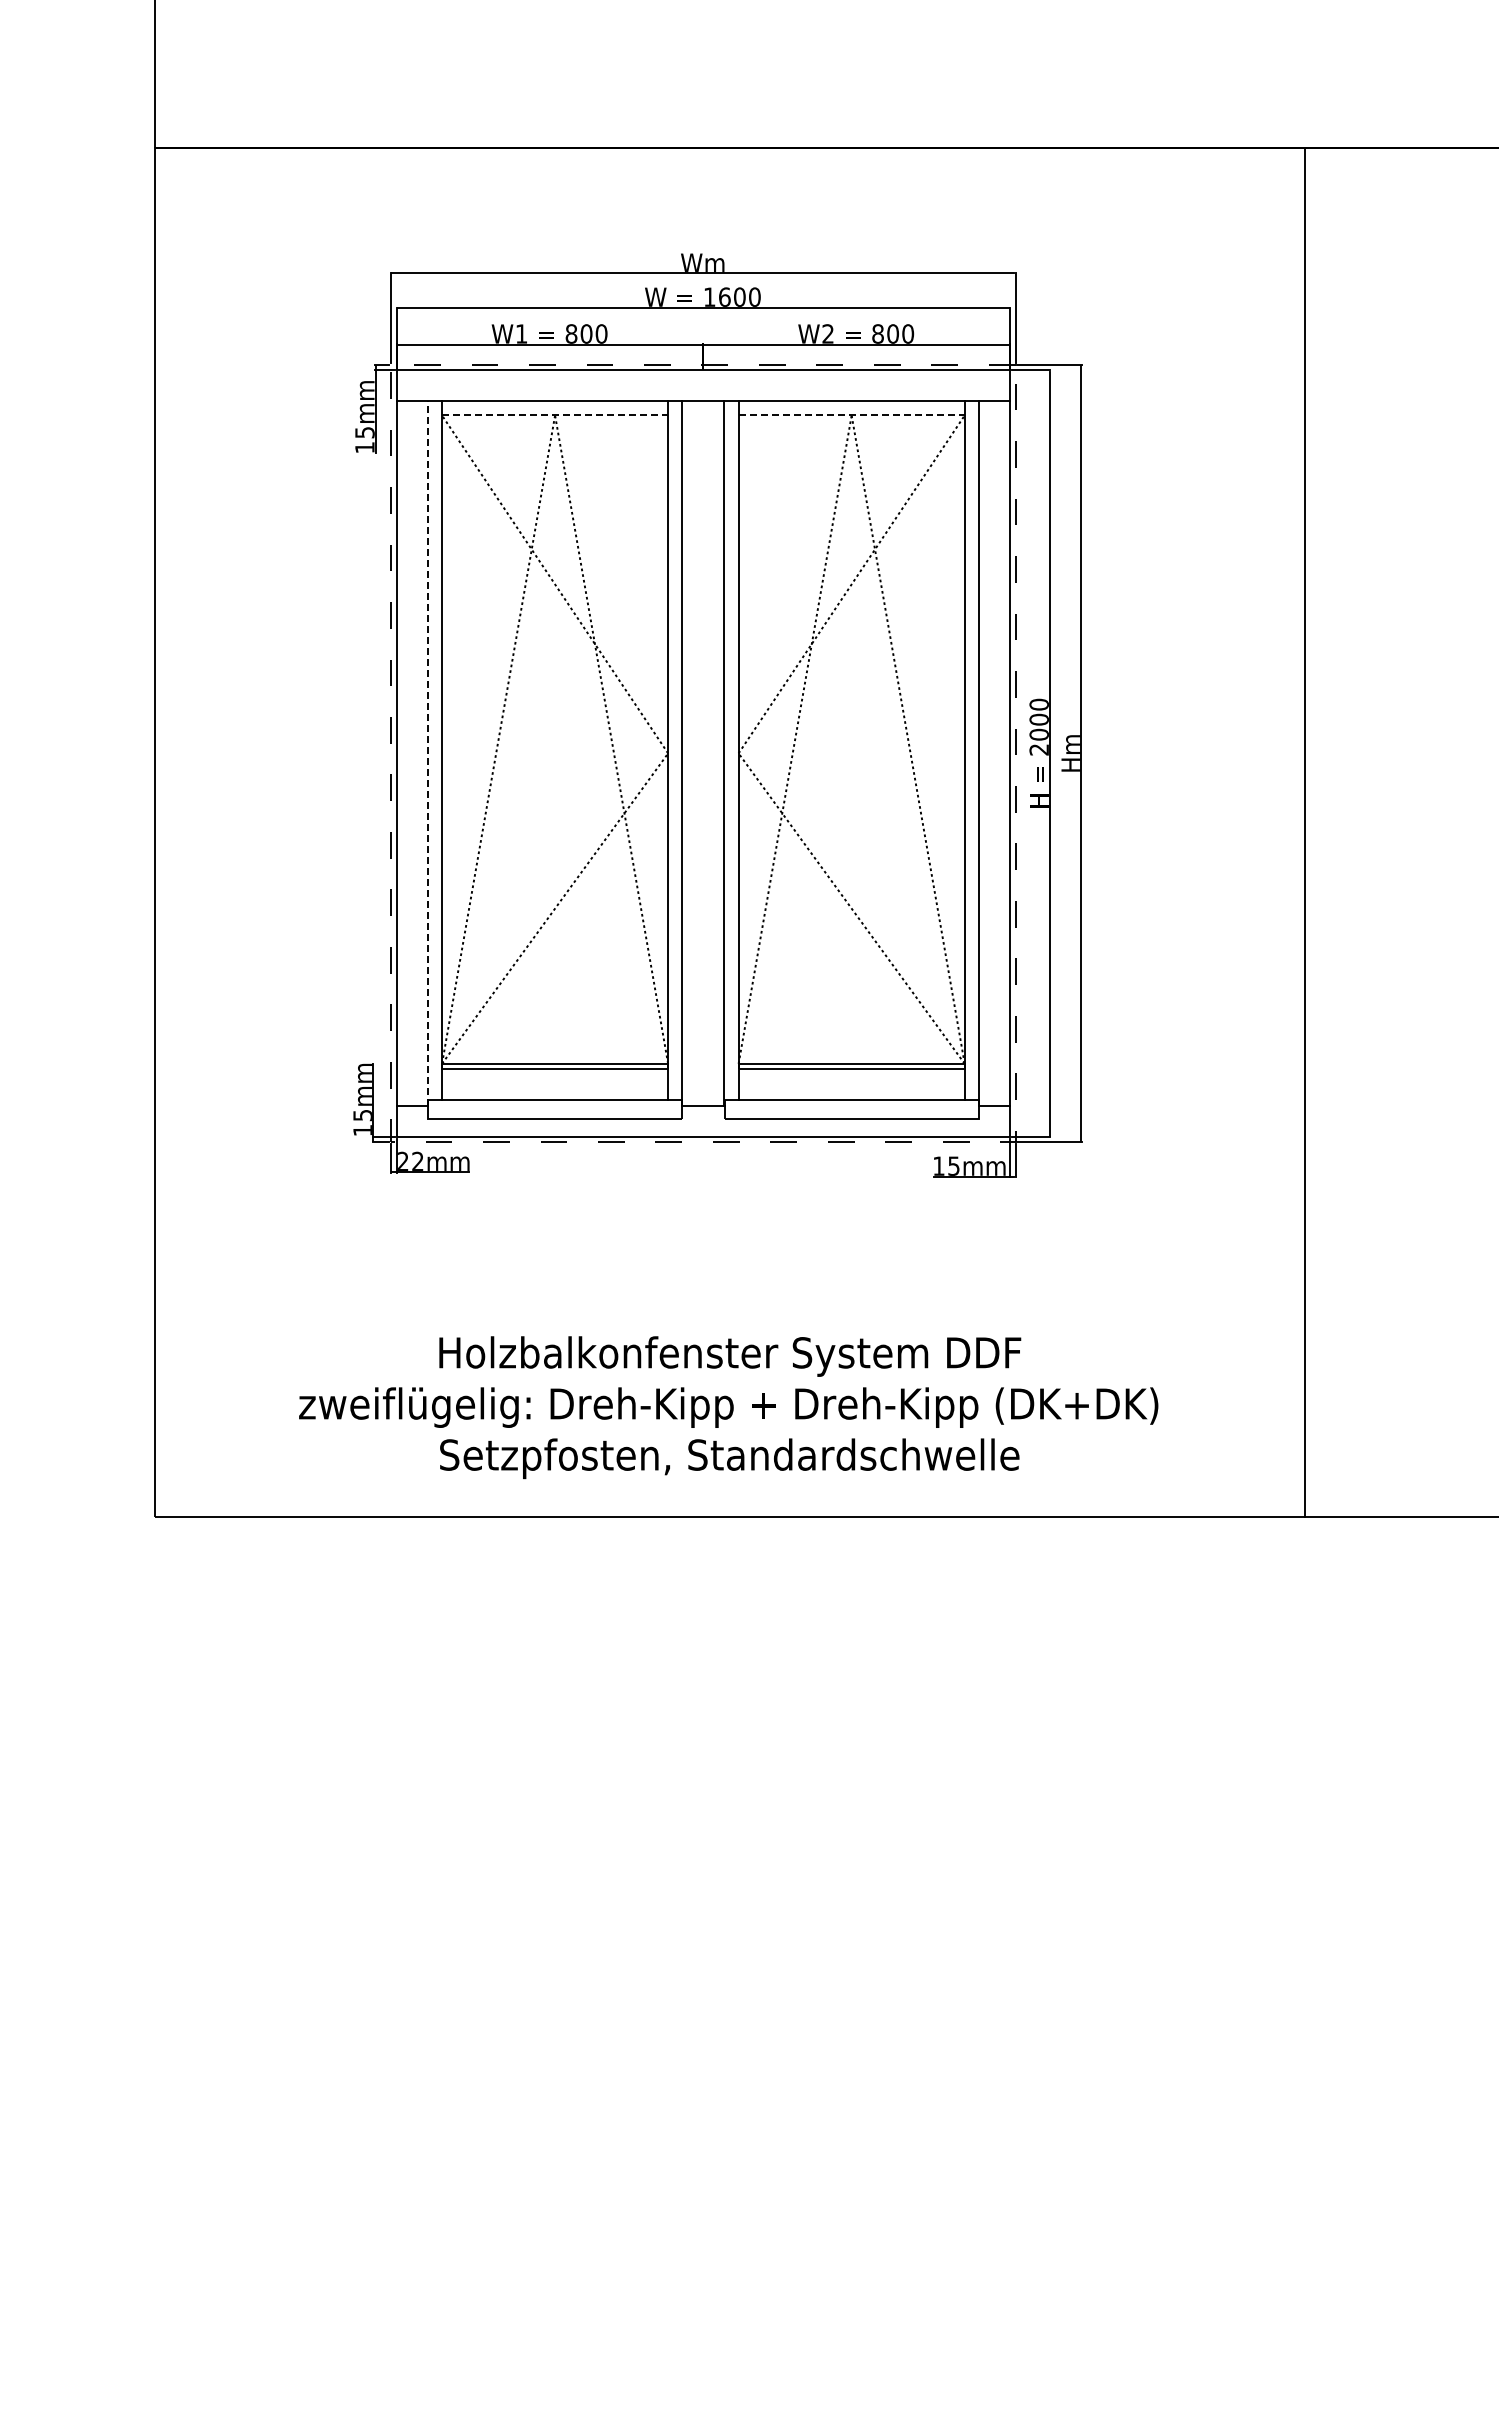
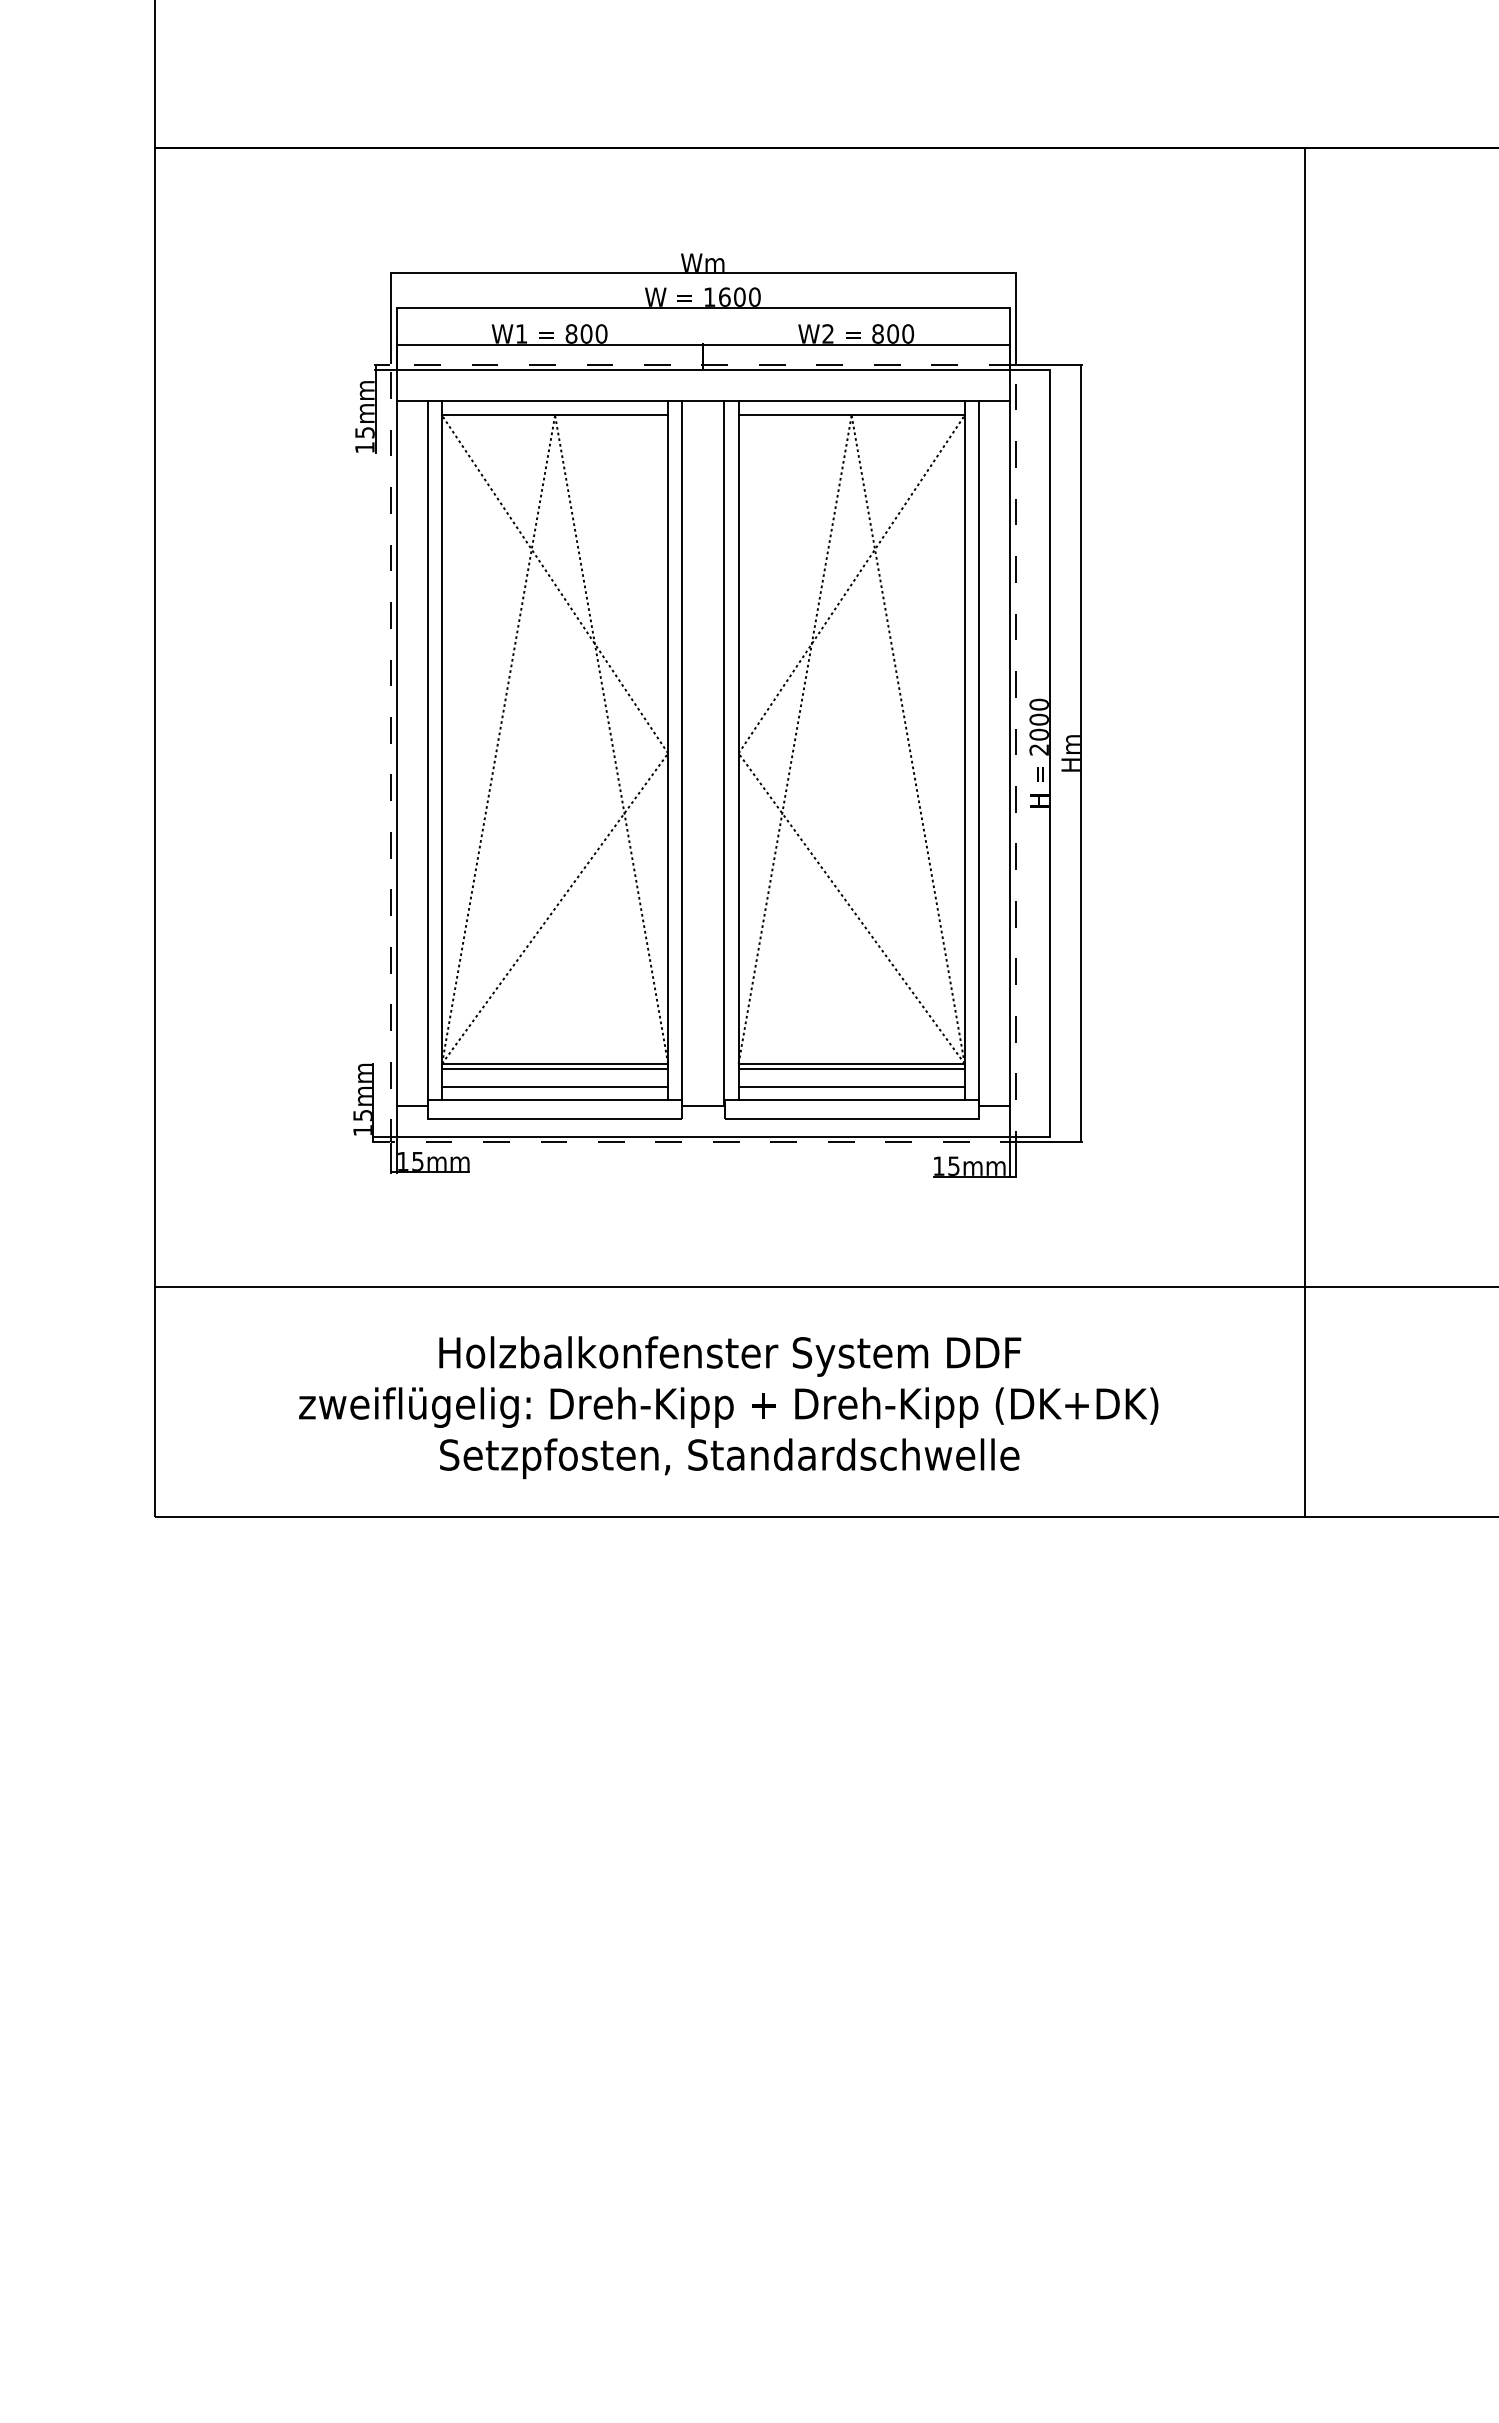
line at (555, 415): dashed -> solid
line at (852, 415): dashed -> solid
line at (427, 752): dashed -> solid
line at (555, 1086): none -> present
line at (851, 1086): none -> present
text at (410, 1160): 22mm -> 15mm
line at (825, 1286): none -> present
